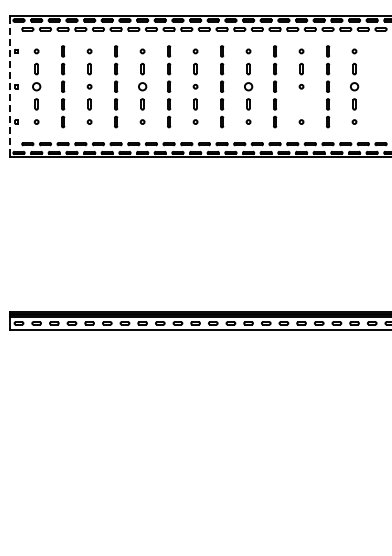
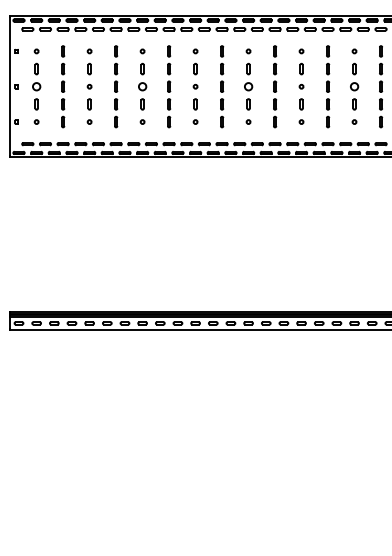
line at (10, 86): dashed -> solid
line at (381, 86): none -> present
part at (301, 104): none -> present
